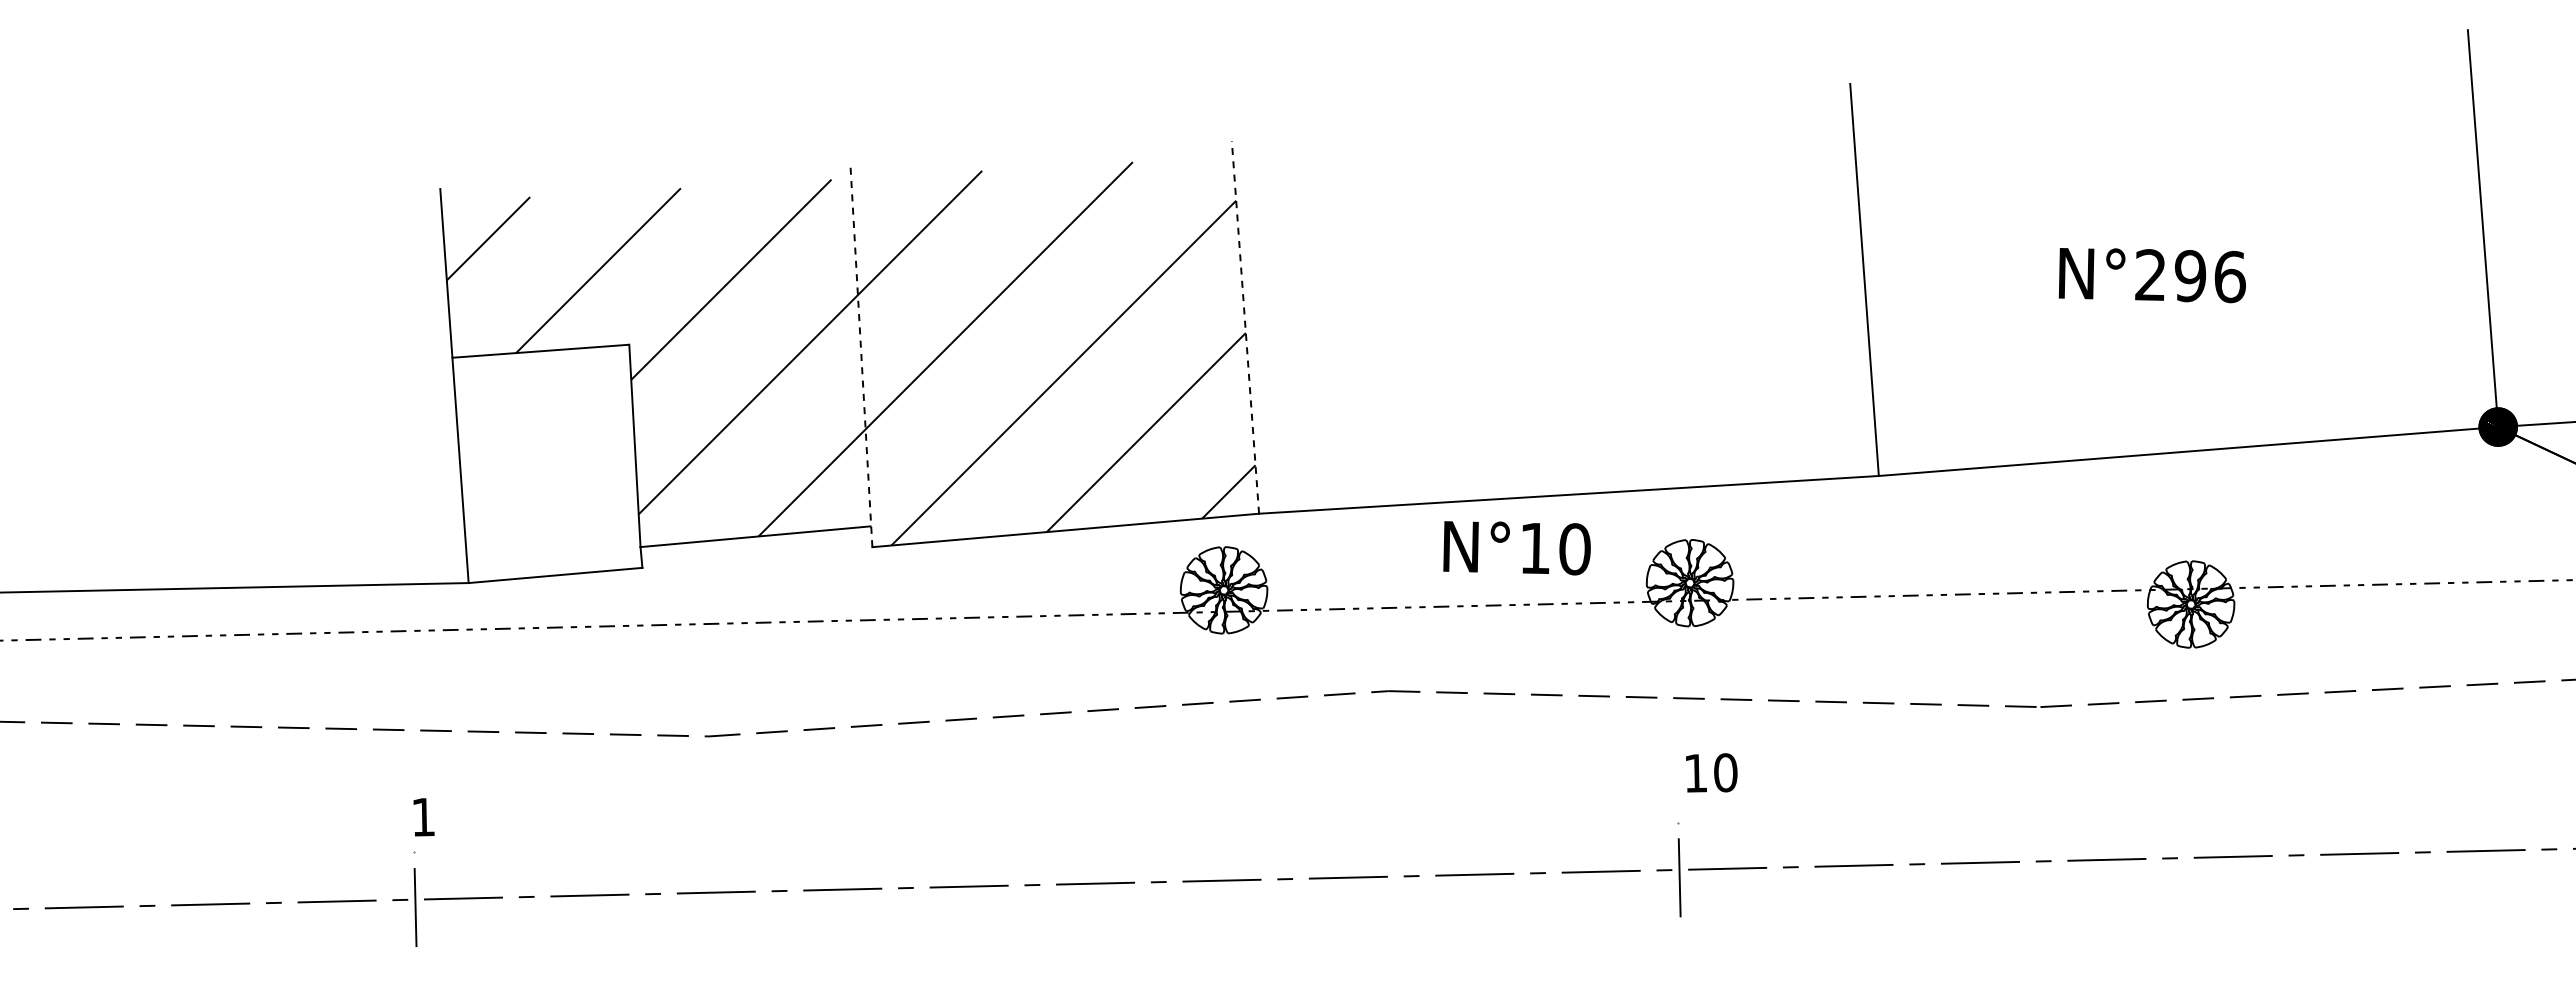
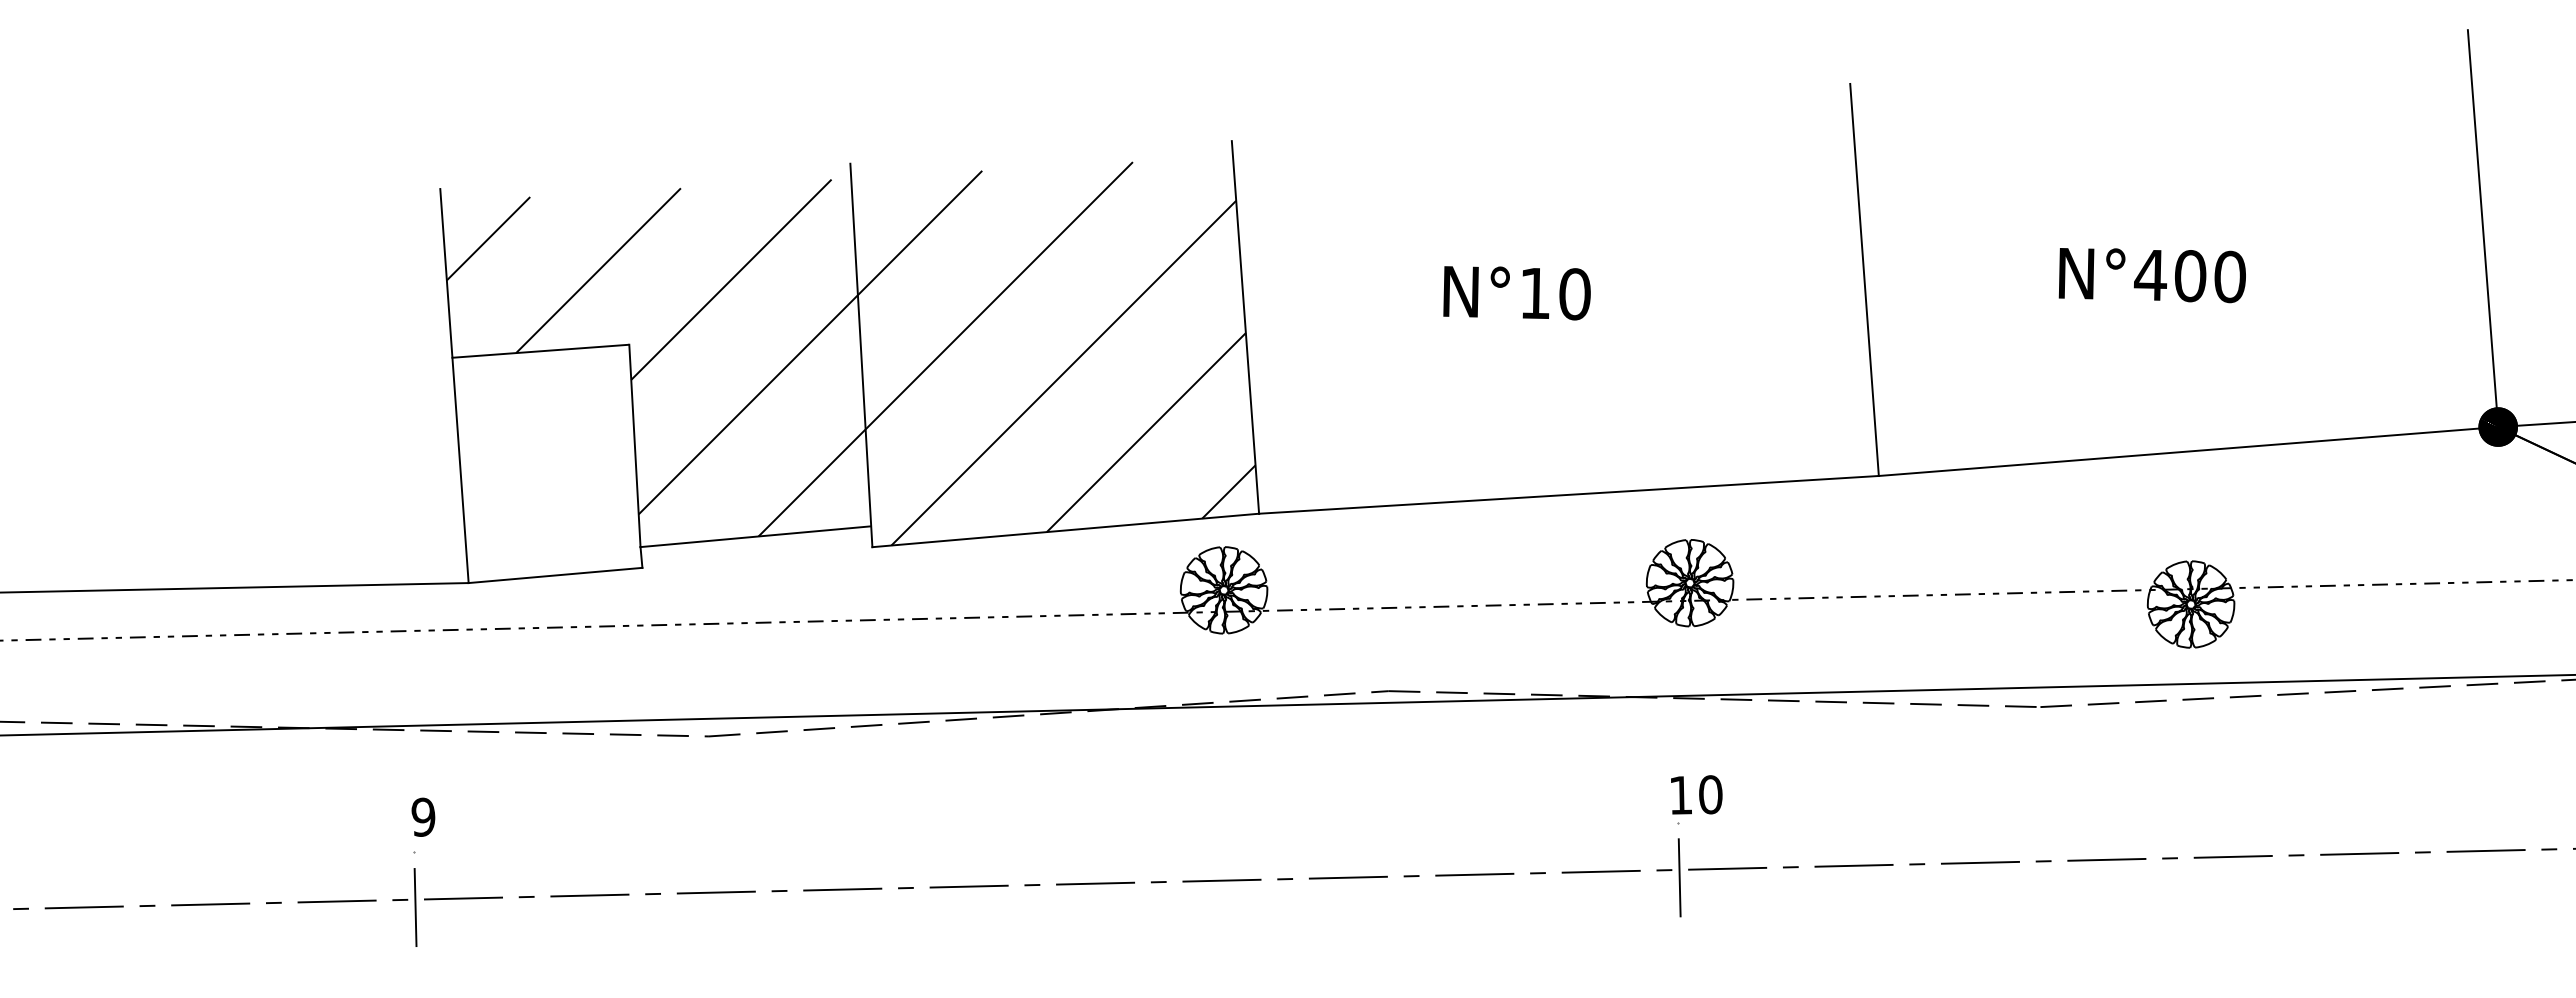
text at (2189, 276): N°296 -> N°400
line at (1245, 327): dashed -> solid
line at (861, 354): dashed -> solid
text at (1516, 548) position: (1516, 548) -> (1516, 293)
line at (1287, 705): none -> present
text at (1711, 772) position: (1711, 772) -> (1696, 794)
text at (423, 816): 1 -> 9
